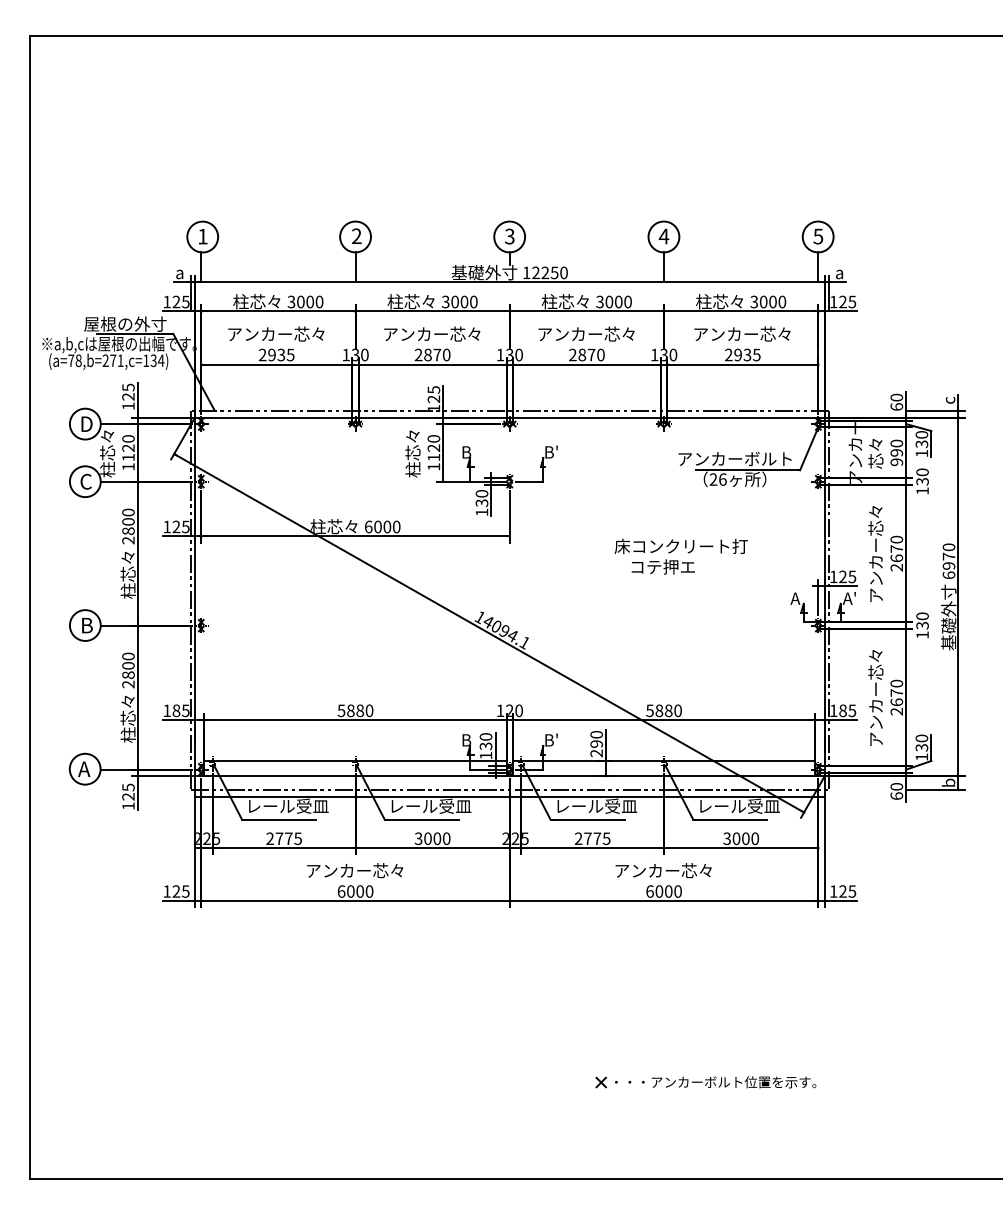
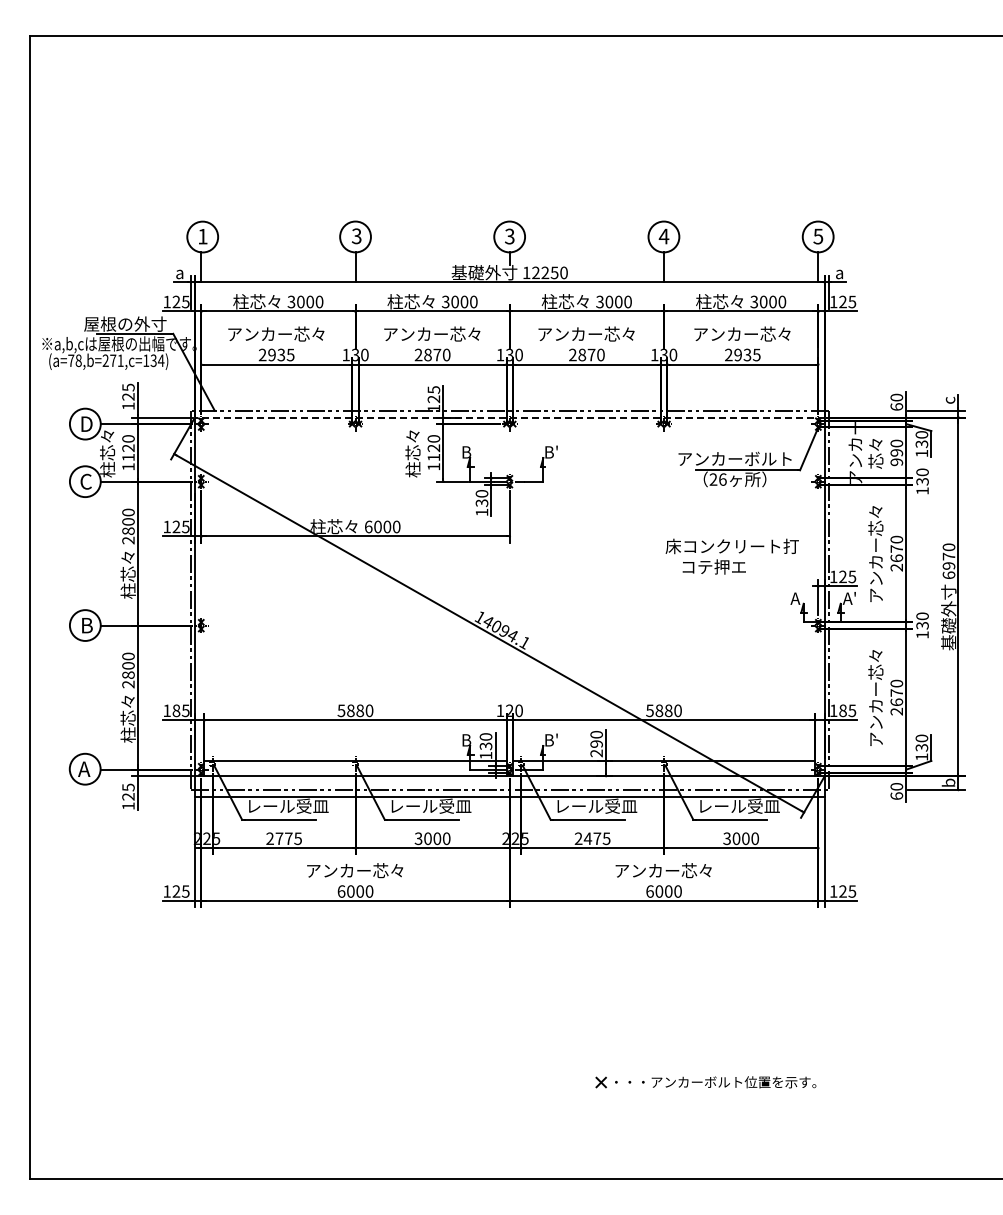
text at (356, 236): 2 -> 3
line at (509, 417): solid -> dashed
text at (680, 556) position: (680, 556) -> (731, 556)
text at (587, 838): 2775 -> 2475
